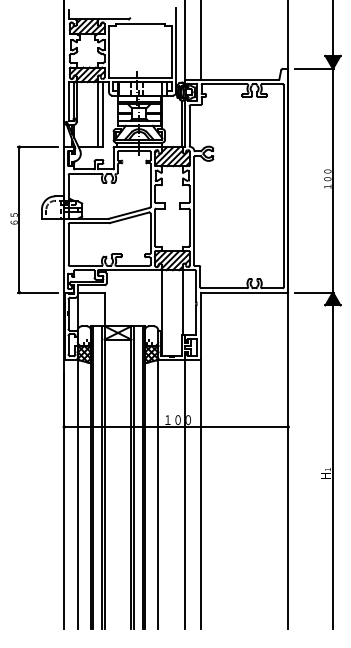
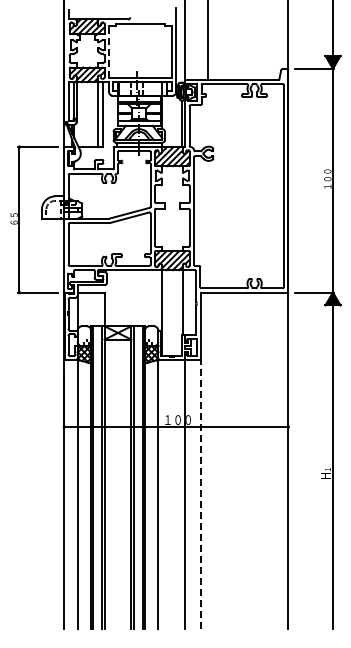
line at (200, 40) position: (200, 40) -> (207, 40)
line at (109, 51): solid -> dashed
line at (200, 493): solid -> dashed
